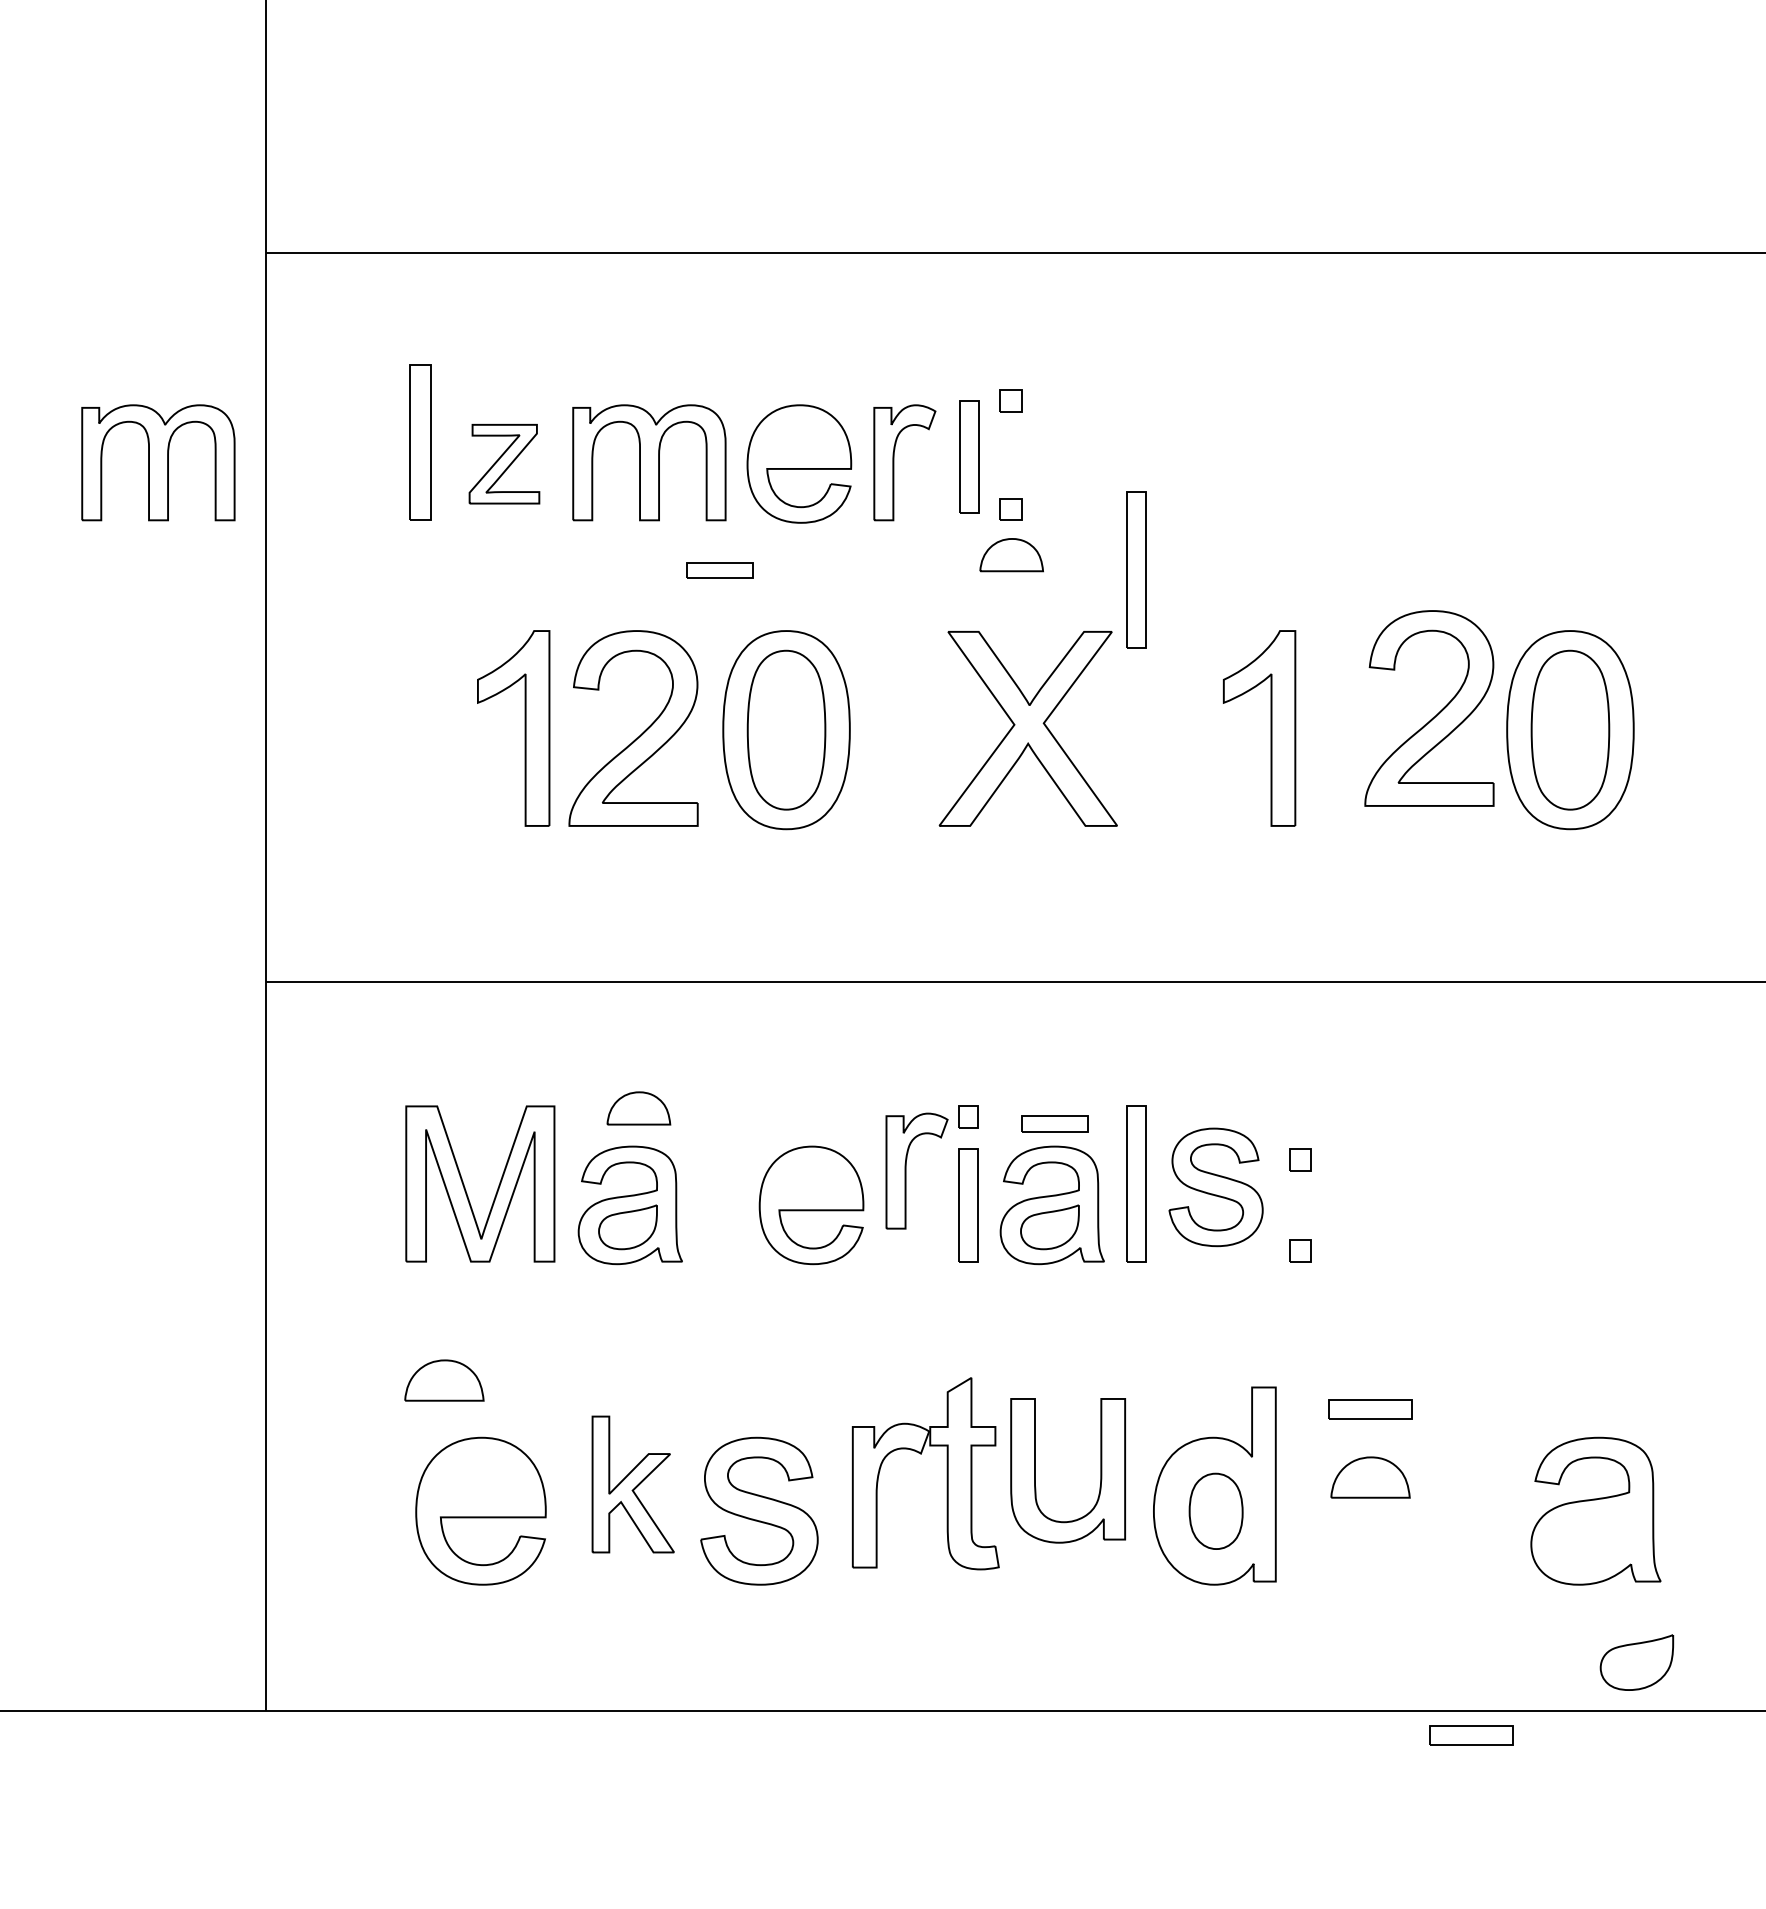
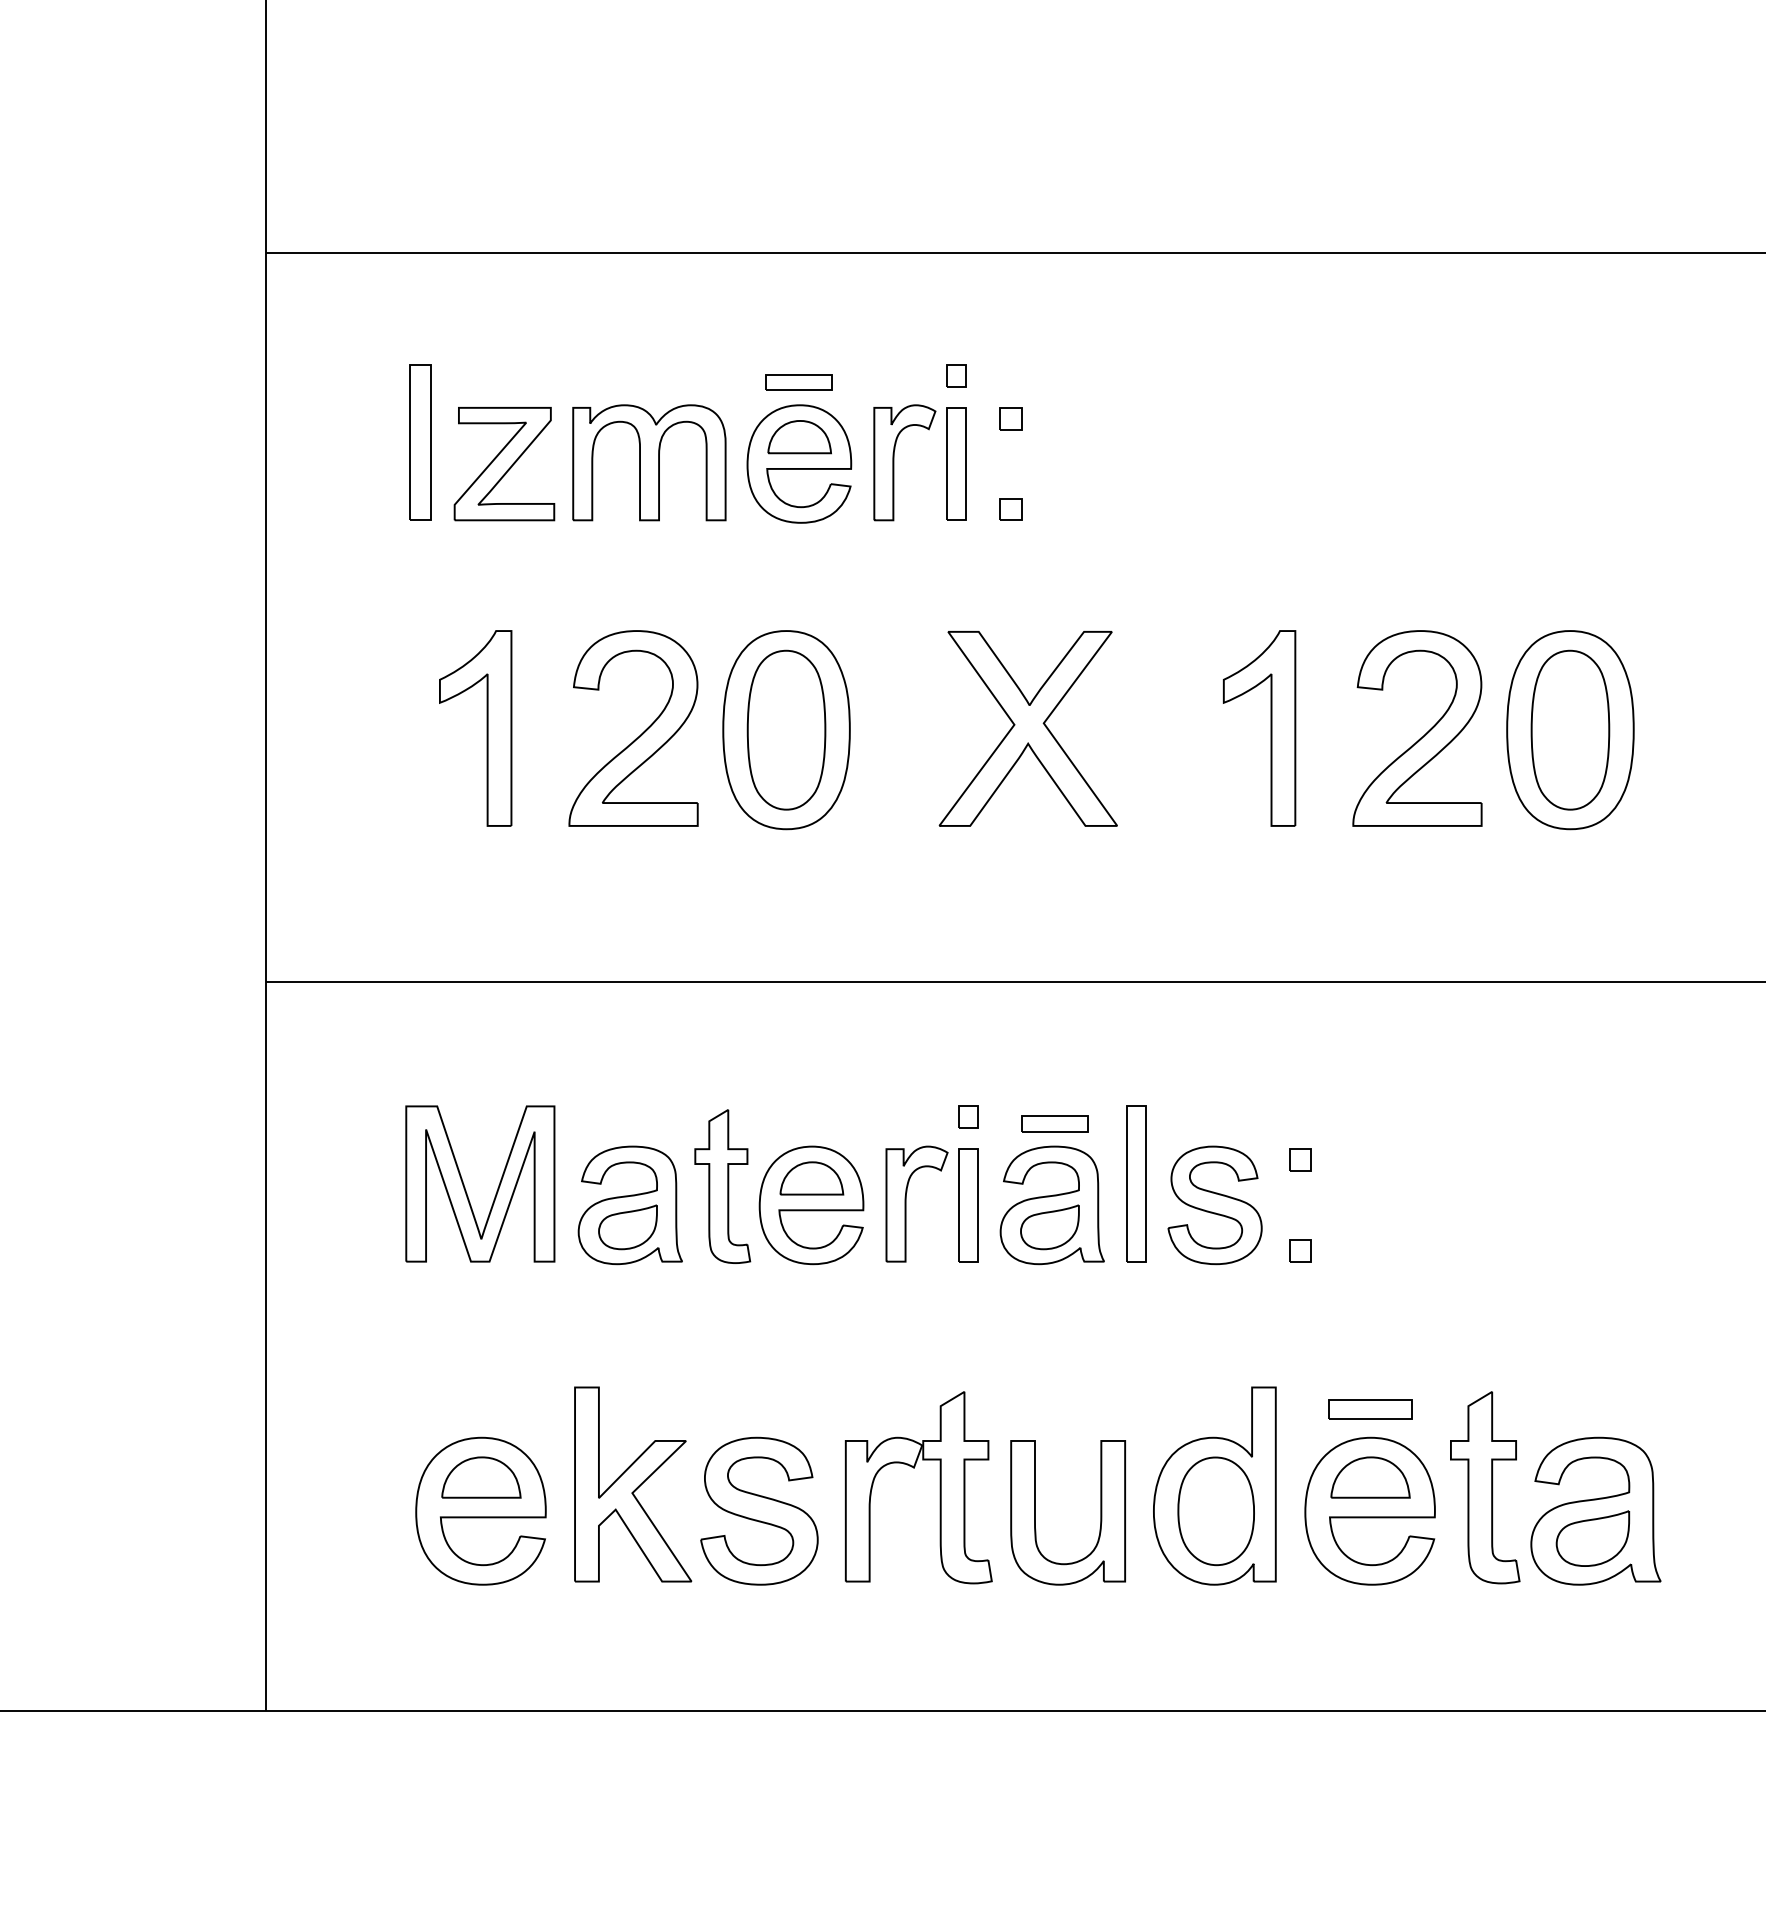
part at (956, 375): none -> present
part at (1010, 400) position: (1010, 400) -> (1010, 418)
part at (969, 456) position: (969, 456) -> (956, 463)
part at (158, 462): present -> none
part at (504, 464) size: 73x81 px -> 103x115 px
part at (1011, 555) position: (1011, 555) -> (799, 437)
part at (1136, 569): present -> none
part at (719, 570) position: (719, 570) -> (798, 382)
part at (1436, 714) position: (1436, 714) -> (1424, 734)
part at (524, 728) position: (524, 728) -> (486, 728)
part at (638, 1108) position: (638, 1108) -> (811, 1178)
part at (906, 1170) position: (906, 1170) -> (906, 1203)
part at (722, 1186): none -> present
part at (1215, 1187) position: (1215, 1187) -> (1214, 1205)
part at (444, 1380) position: (444, 1380) -> (481, 1477)
part at (921, 1454) position: (921, 1454) -> (914, 1468)
part at (1035, 1470) position: (1035, 1470) -> (1035, 1512)
part at (632, 1484) size: 84x139 px -> 119x197 px
part at (1485, 1487): none -> present
part at (1215, 1510) size: 56x78 px -> 78x111 px
part at (1369, 1510): none -> present
part at (1636, 1662) position: (1636, 1662) -> (1592, 1538)
part at (1471, 1735): present -> none
